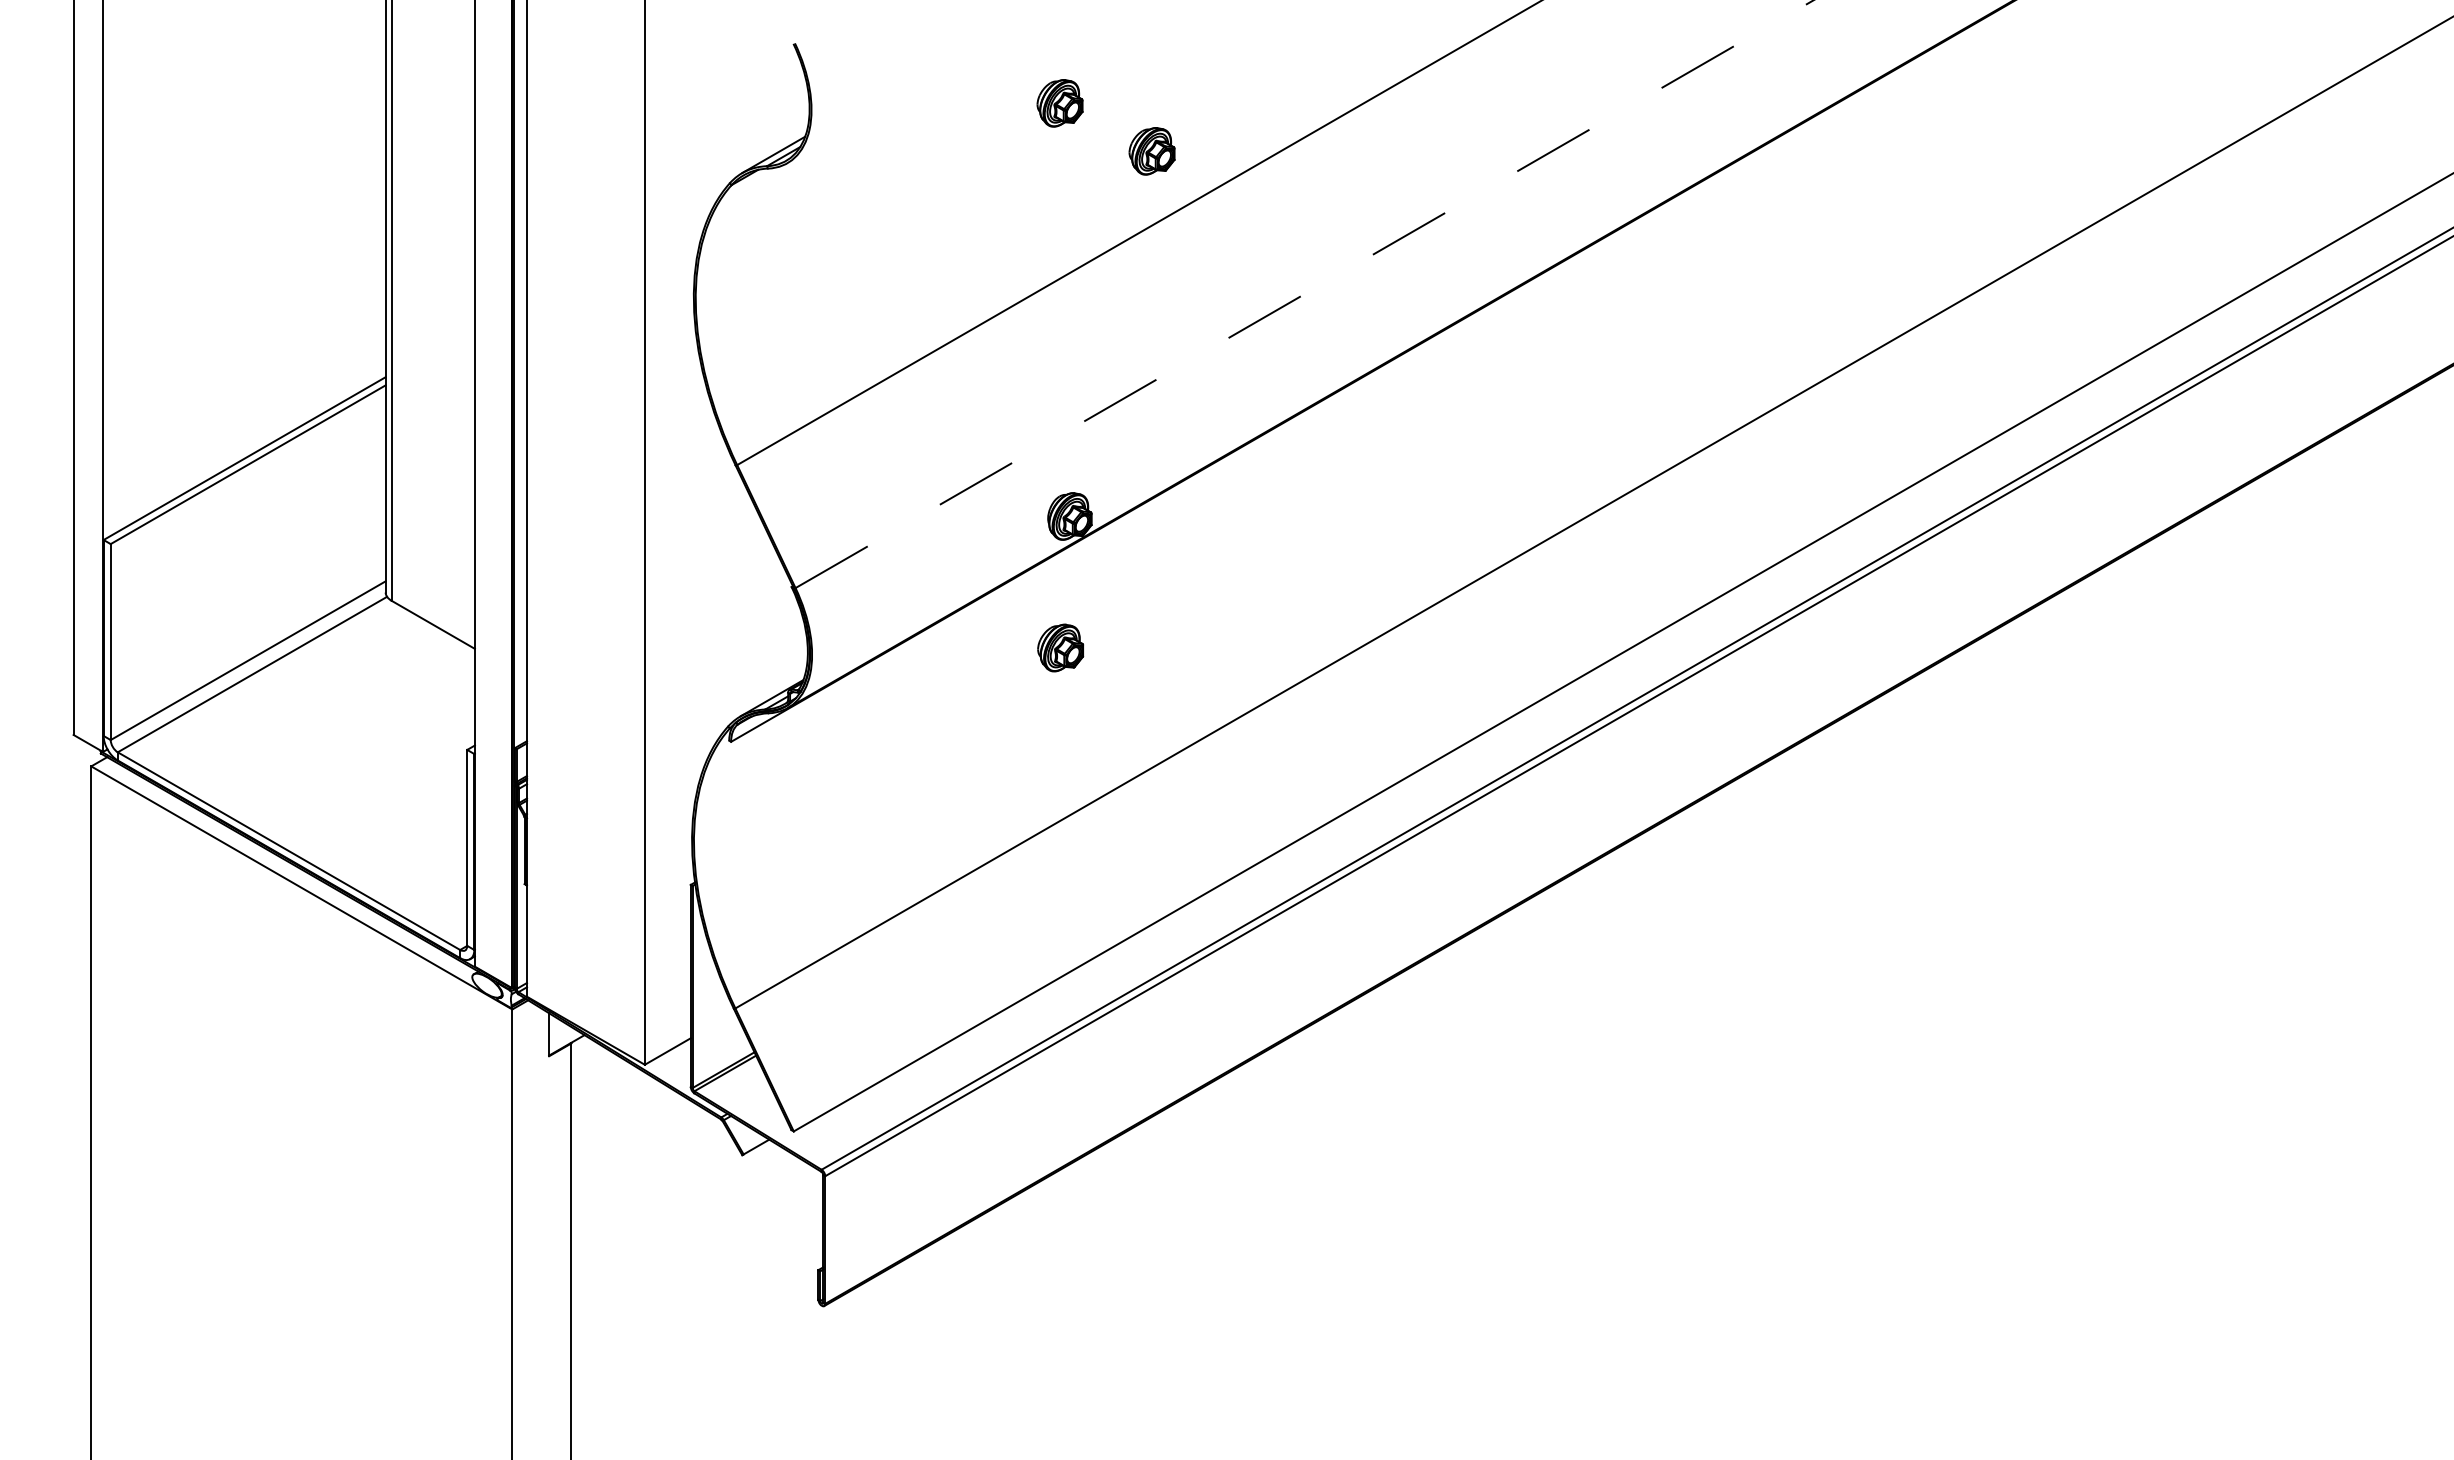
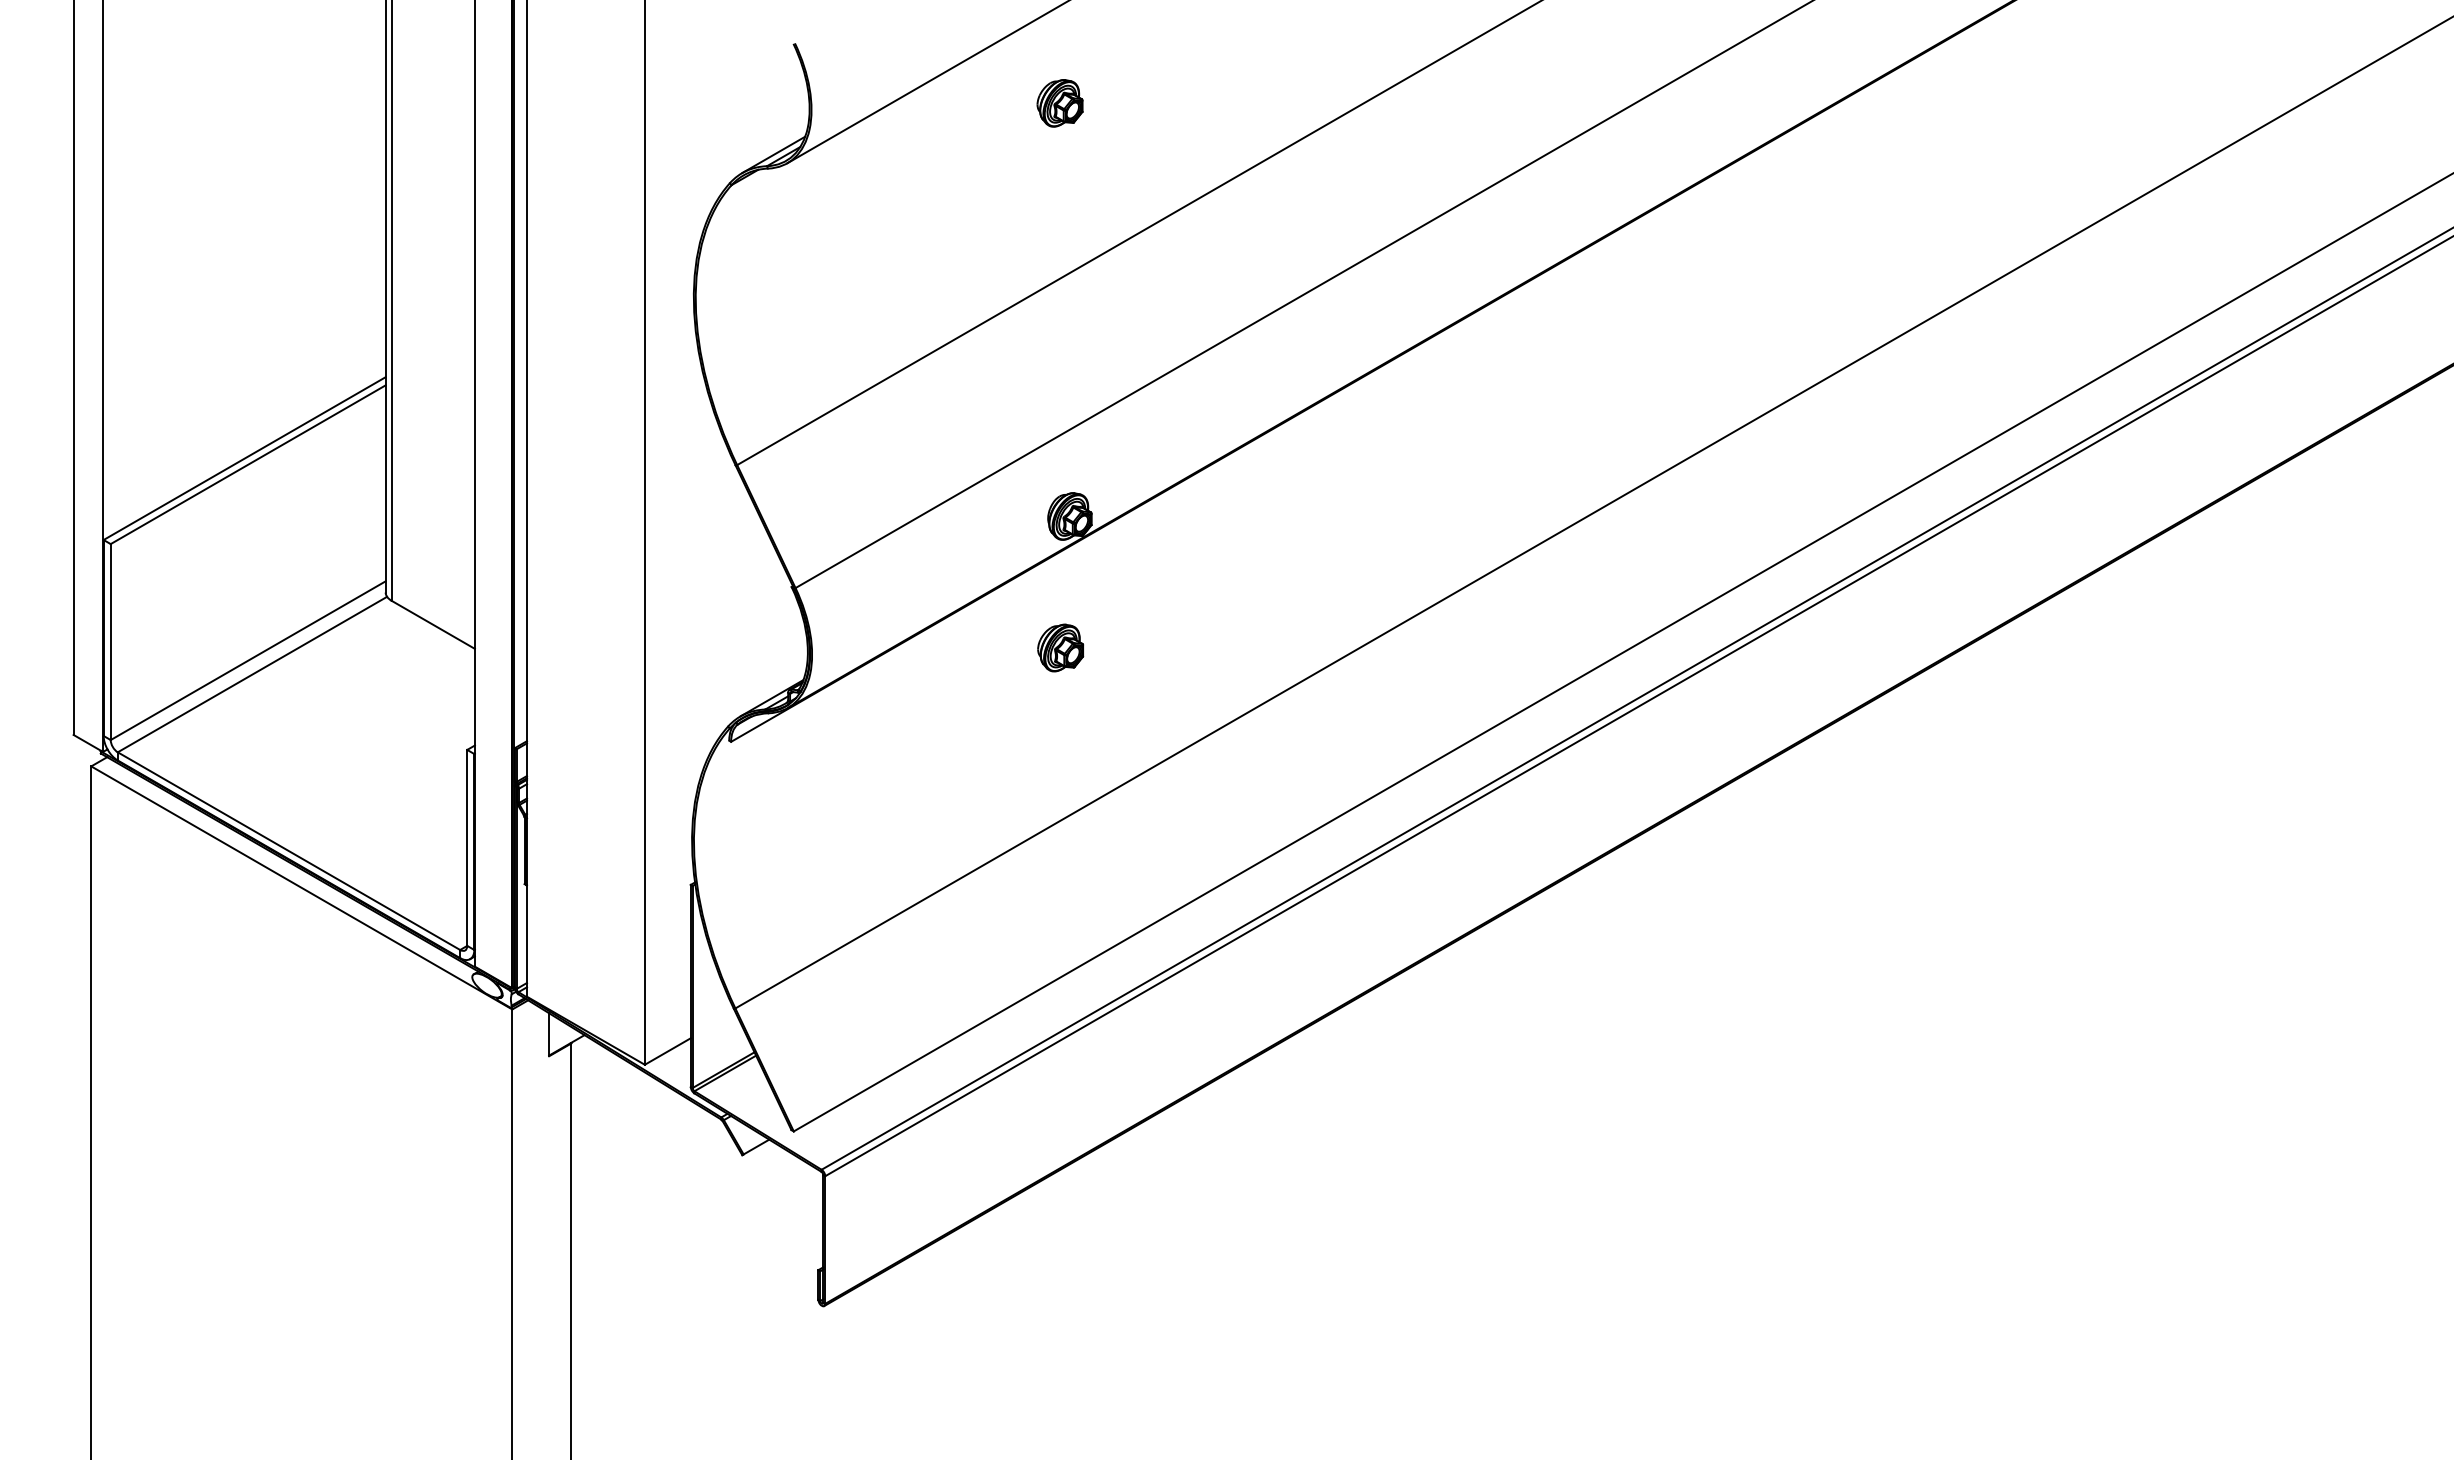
line at (926, 82): none -> present
part at (1151, 151): present -> none
line at (1304, 294): dashed -> solid
